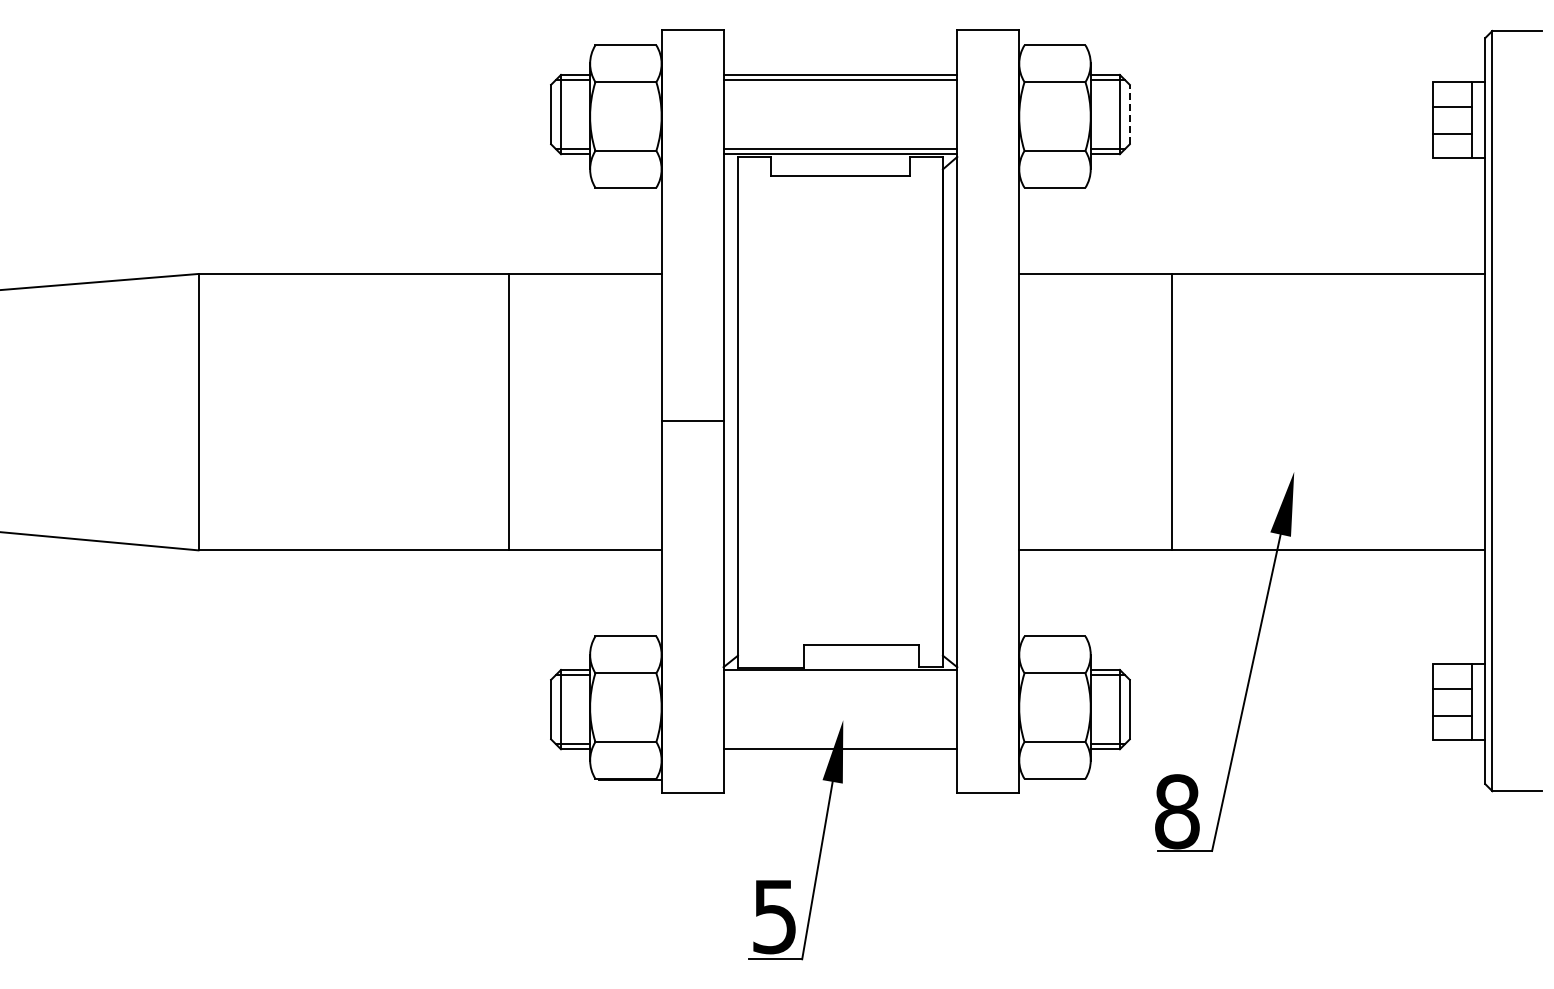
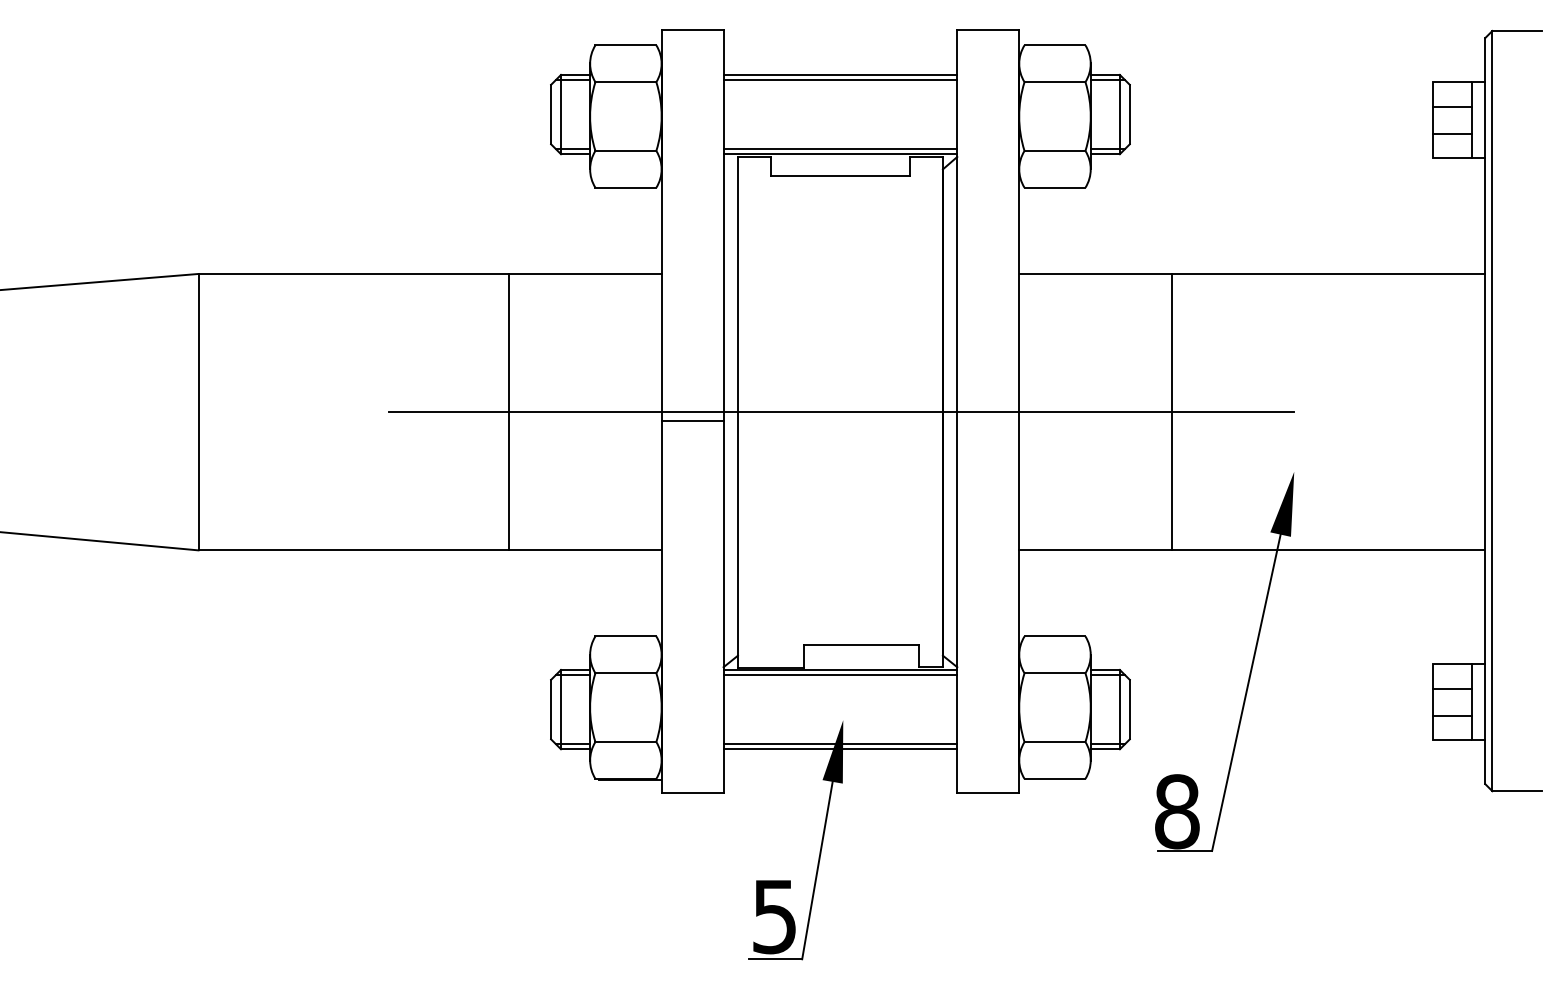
line at (1129, 114): dashed -> solid
line at (841, 411): none -> present
line at (840, 675): none -> present
line at (840, 743): none -> present
